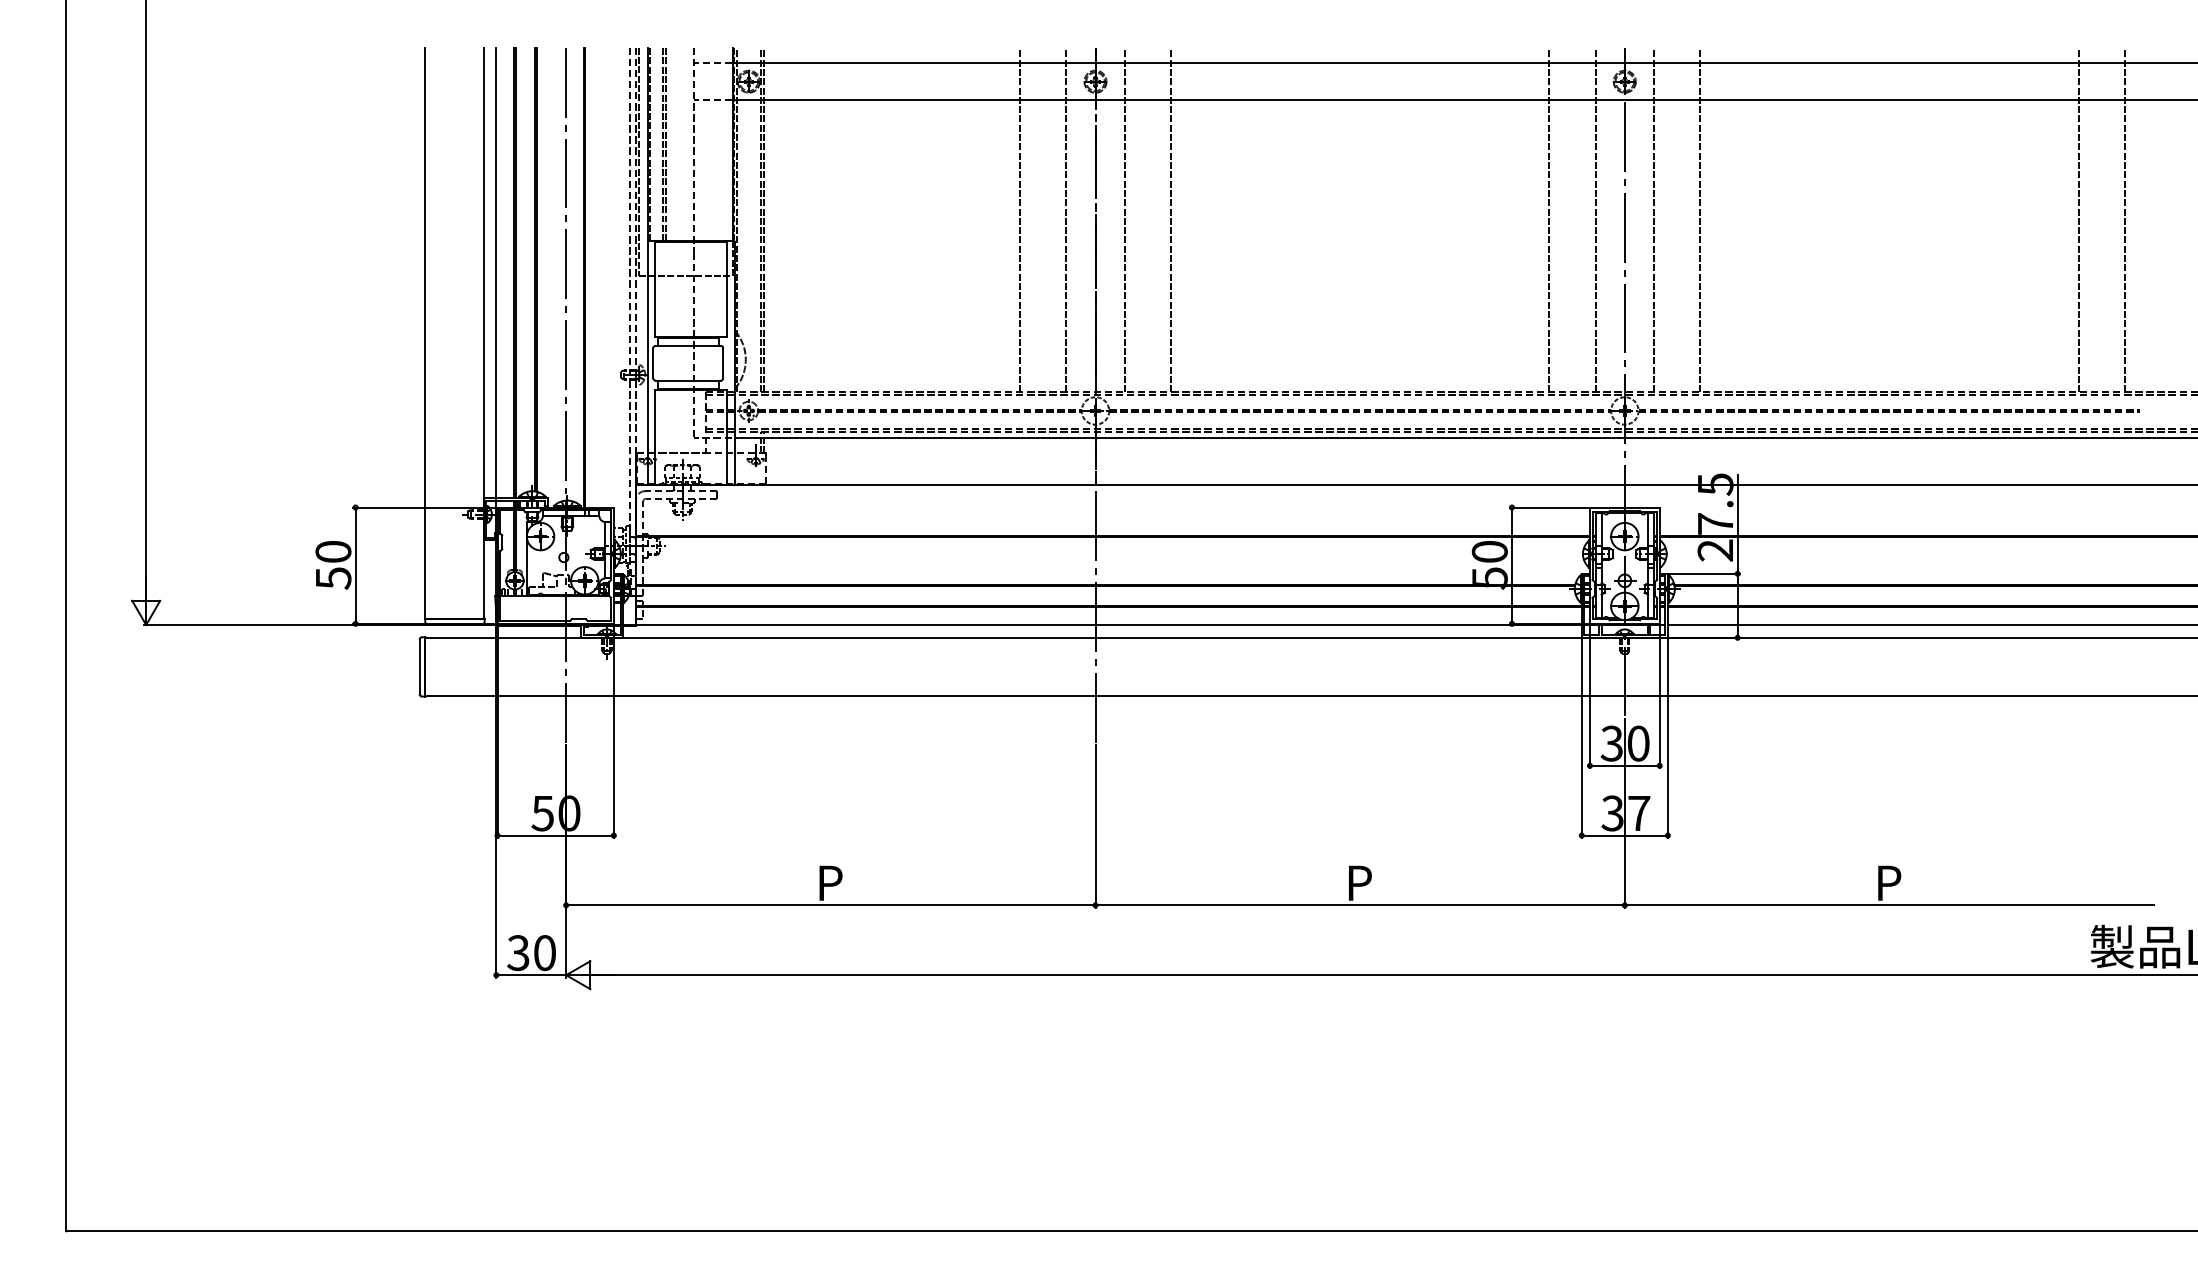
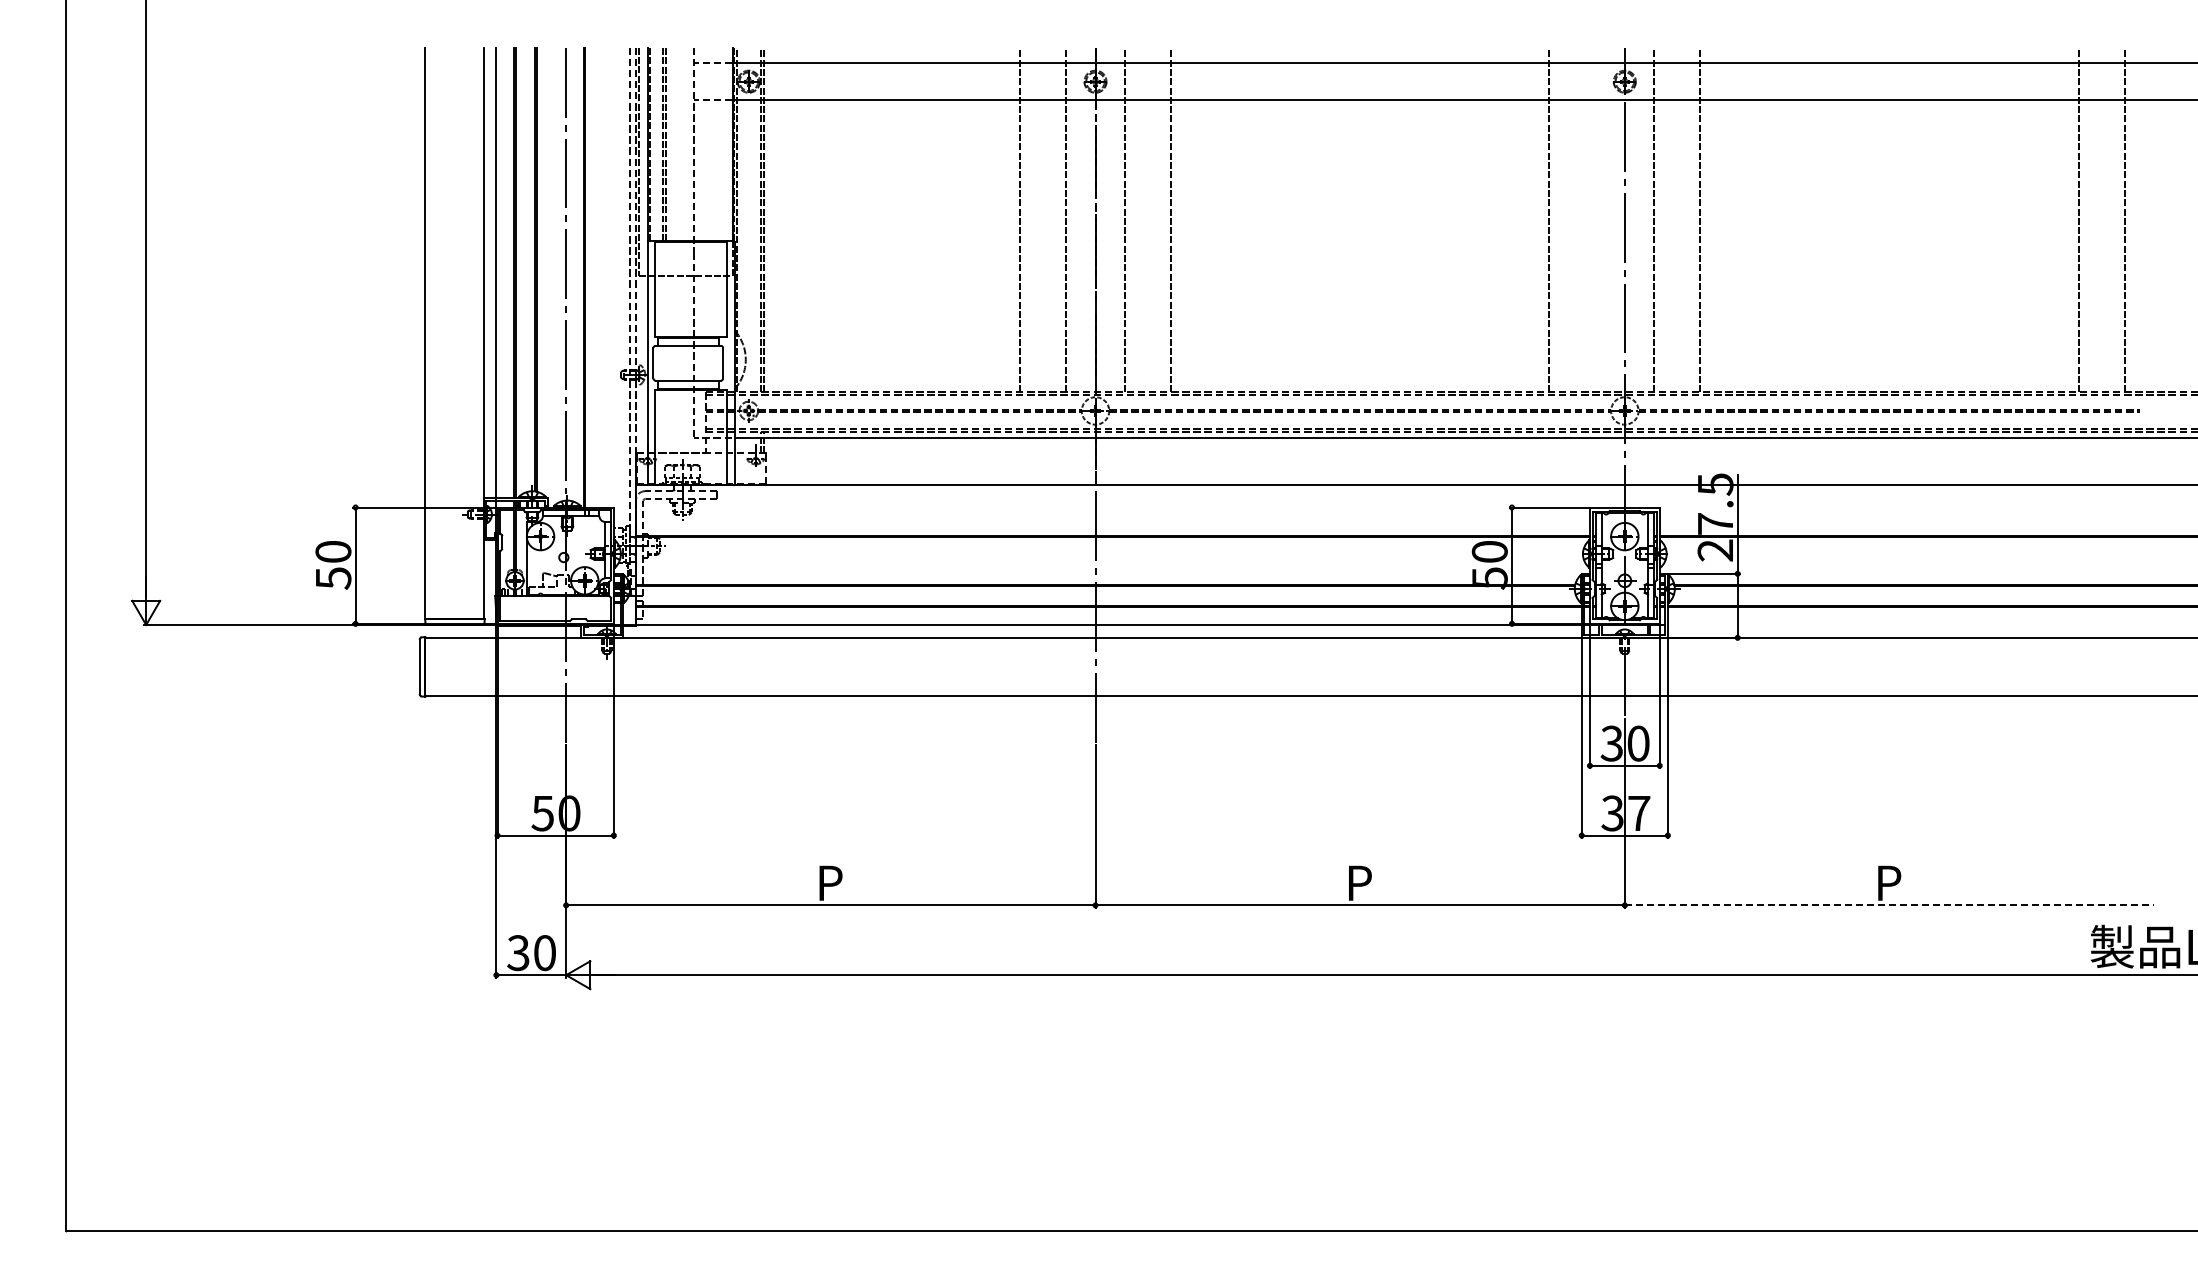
line at (1595, 219): present -> none
line at (1930, 625): present -> none
line at (1889, 905): solid -> dashed
